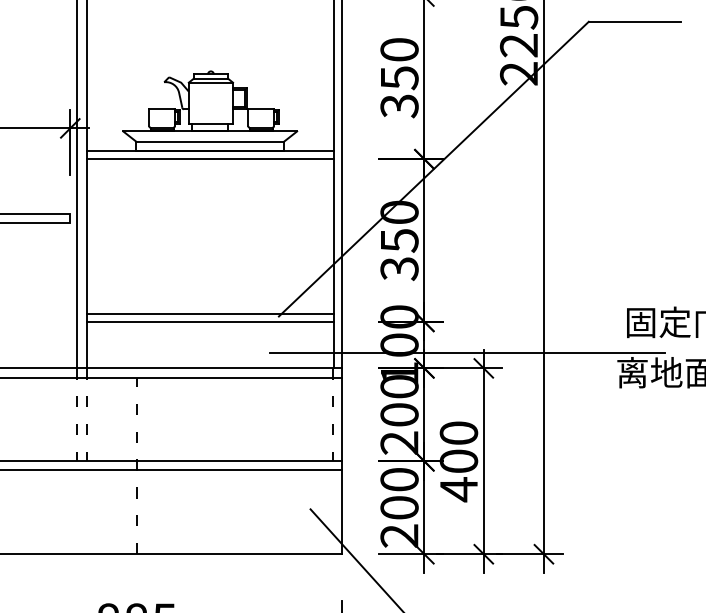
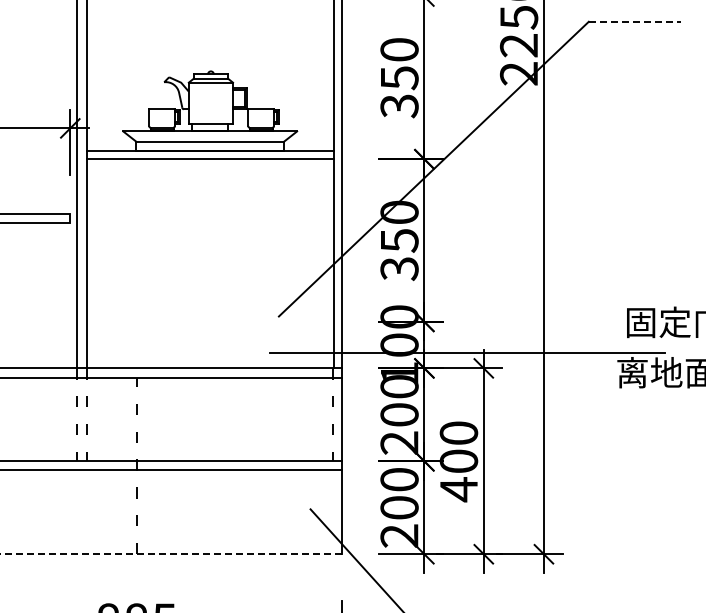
line at (635, 21): solid -> dashed
line at (209, 313): present -> none
line at (209, 321): present -> none
line at (171, 554): solid -> dashed
